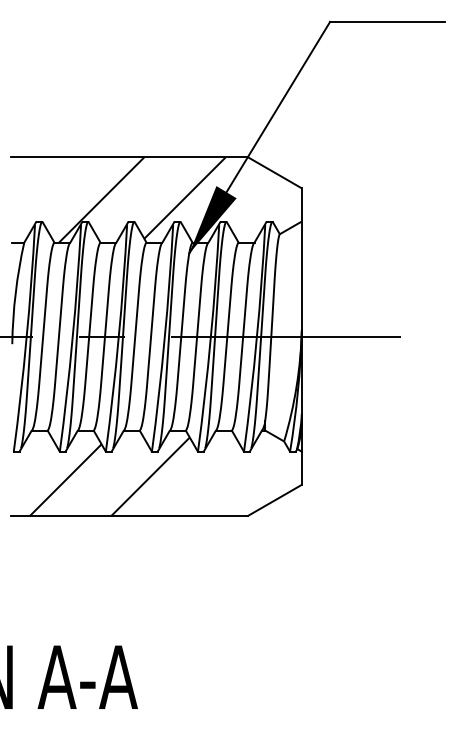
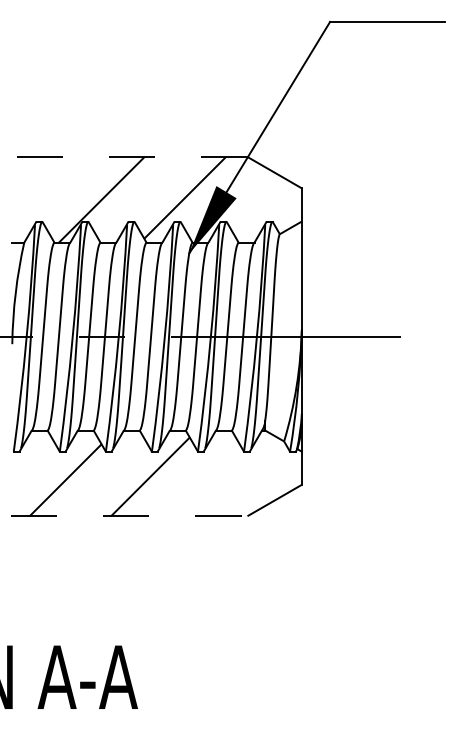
line at (128, 156): solid -> dashed
line at (129, 516): solid -> dashed
